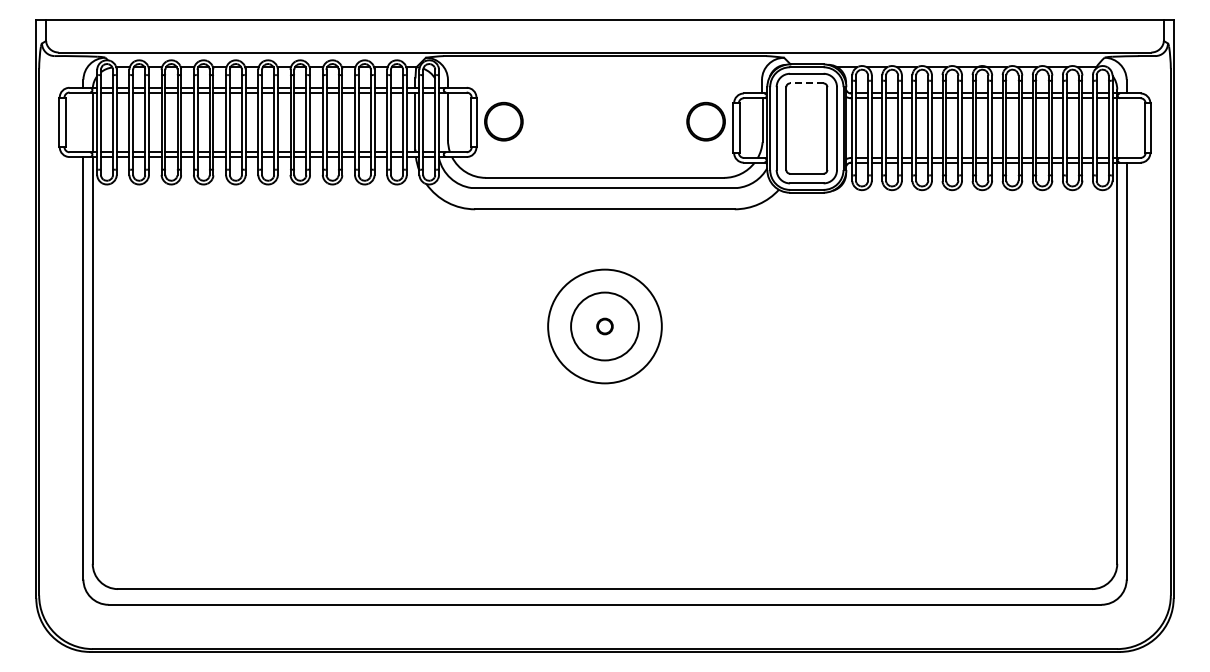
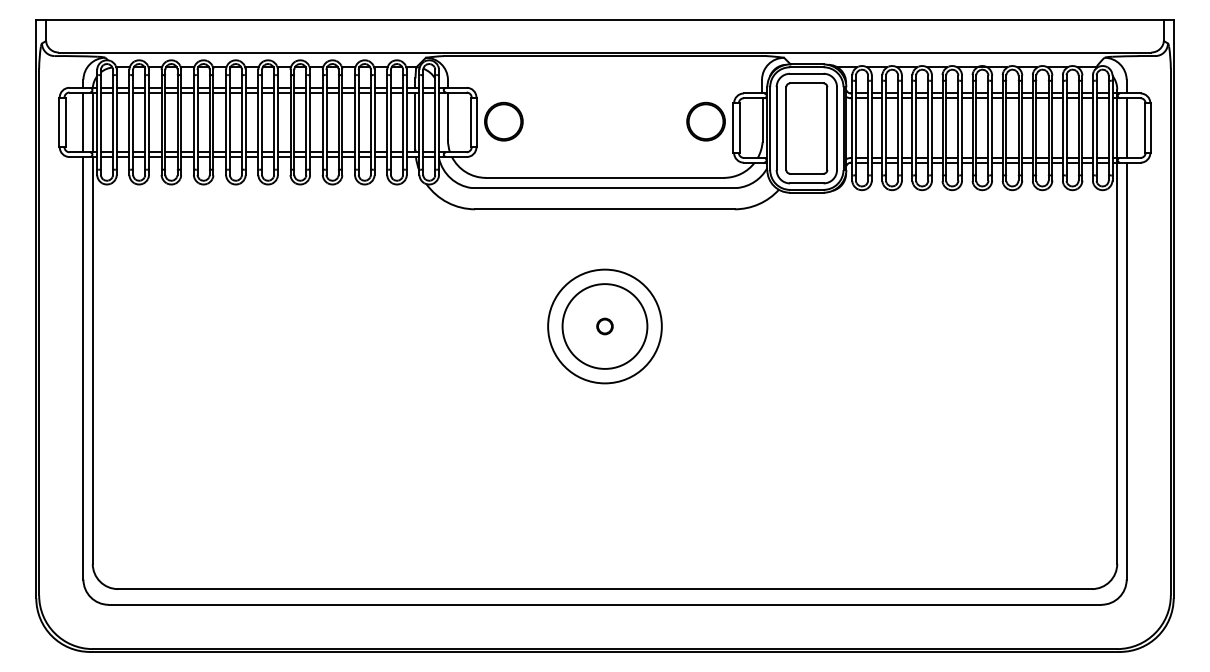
line at (806, 83): dashed -> solid
line at (83, 122): none -> present
line at (1126, 127): none -> present
circle at (604, 326) diameter: 68 px -> 85 px
